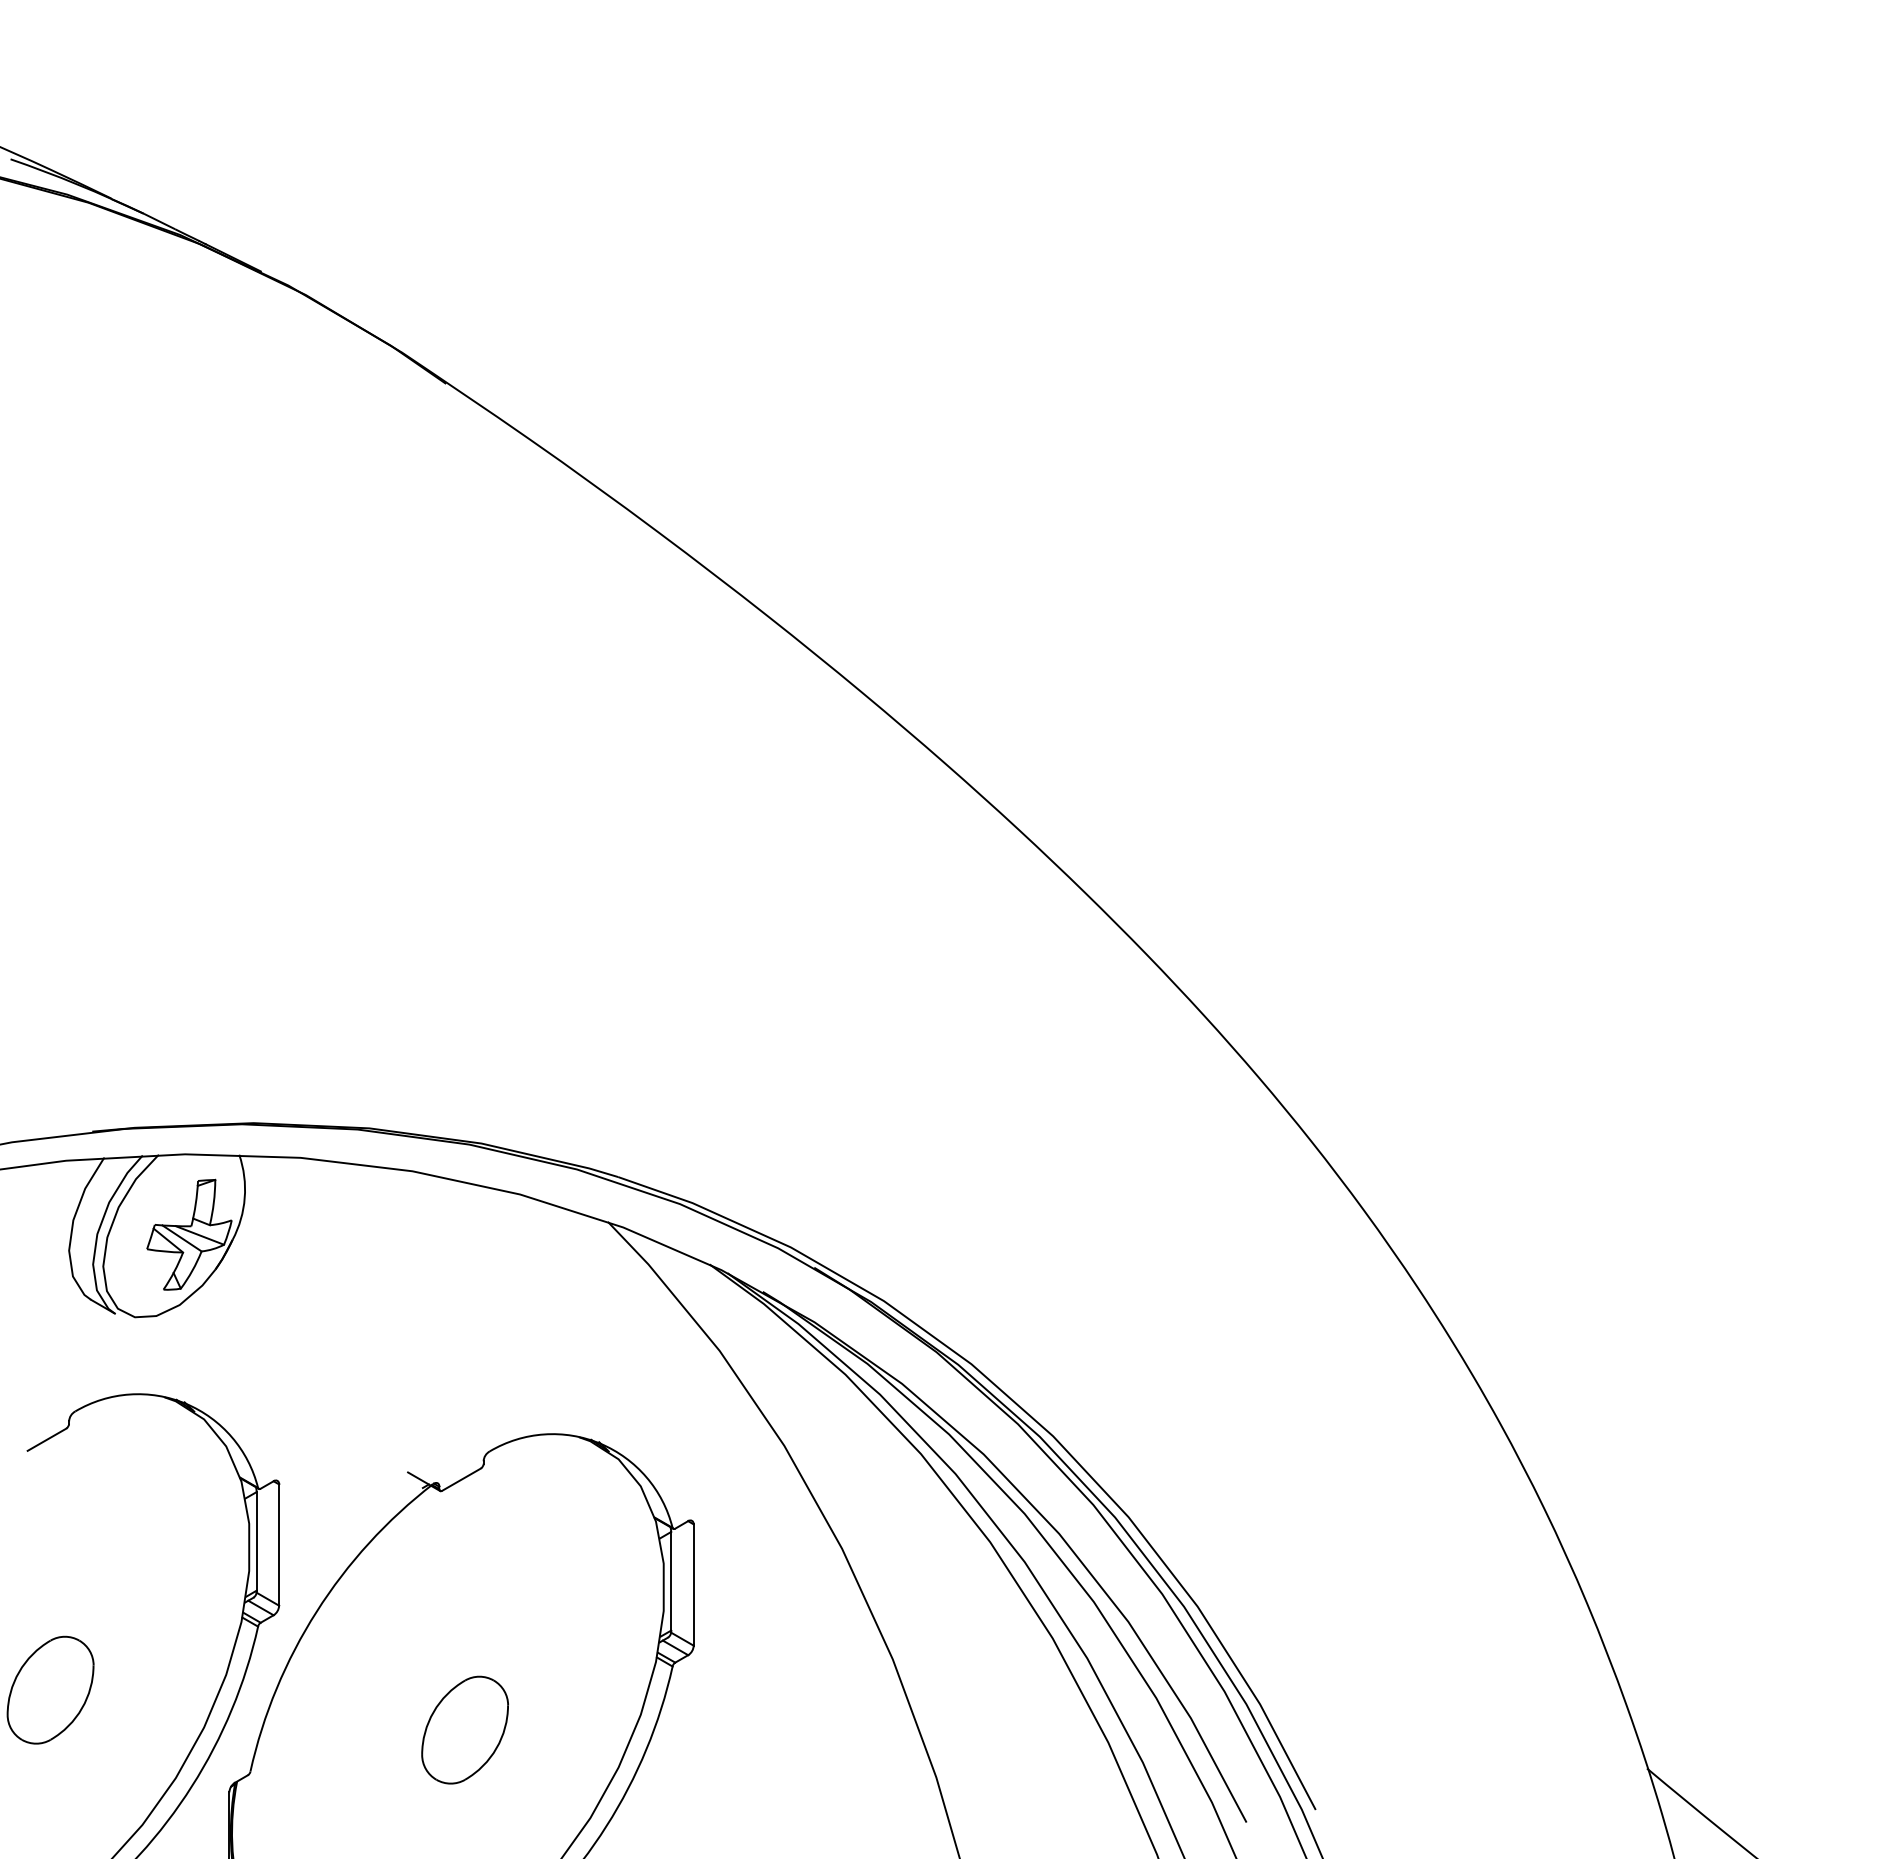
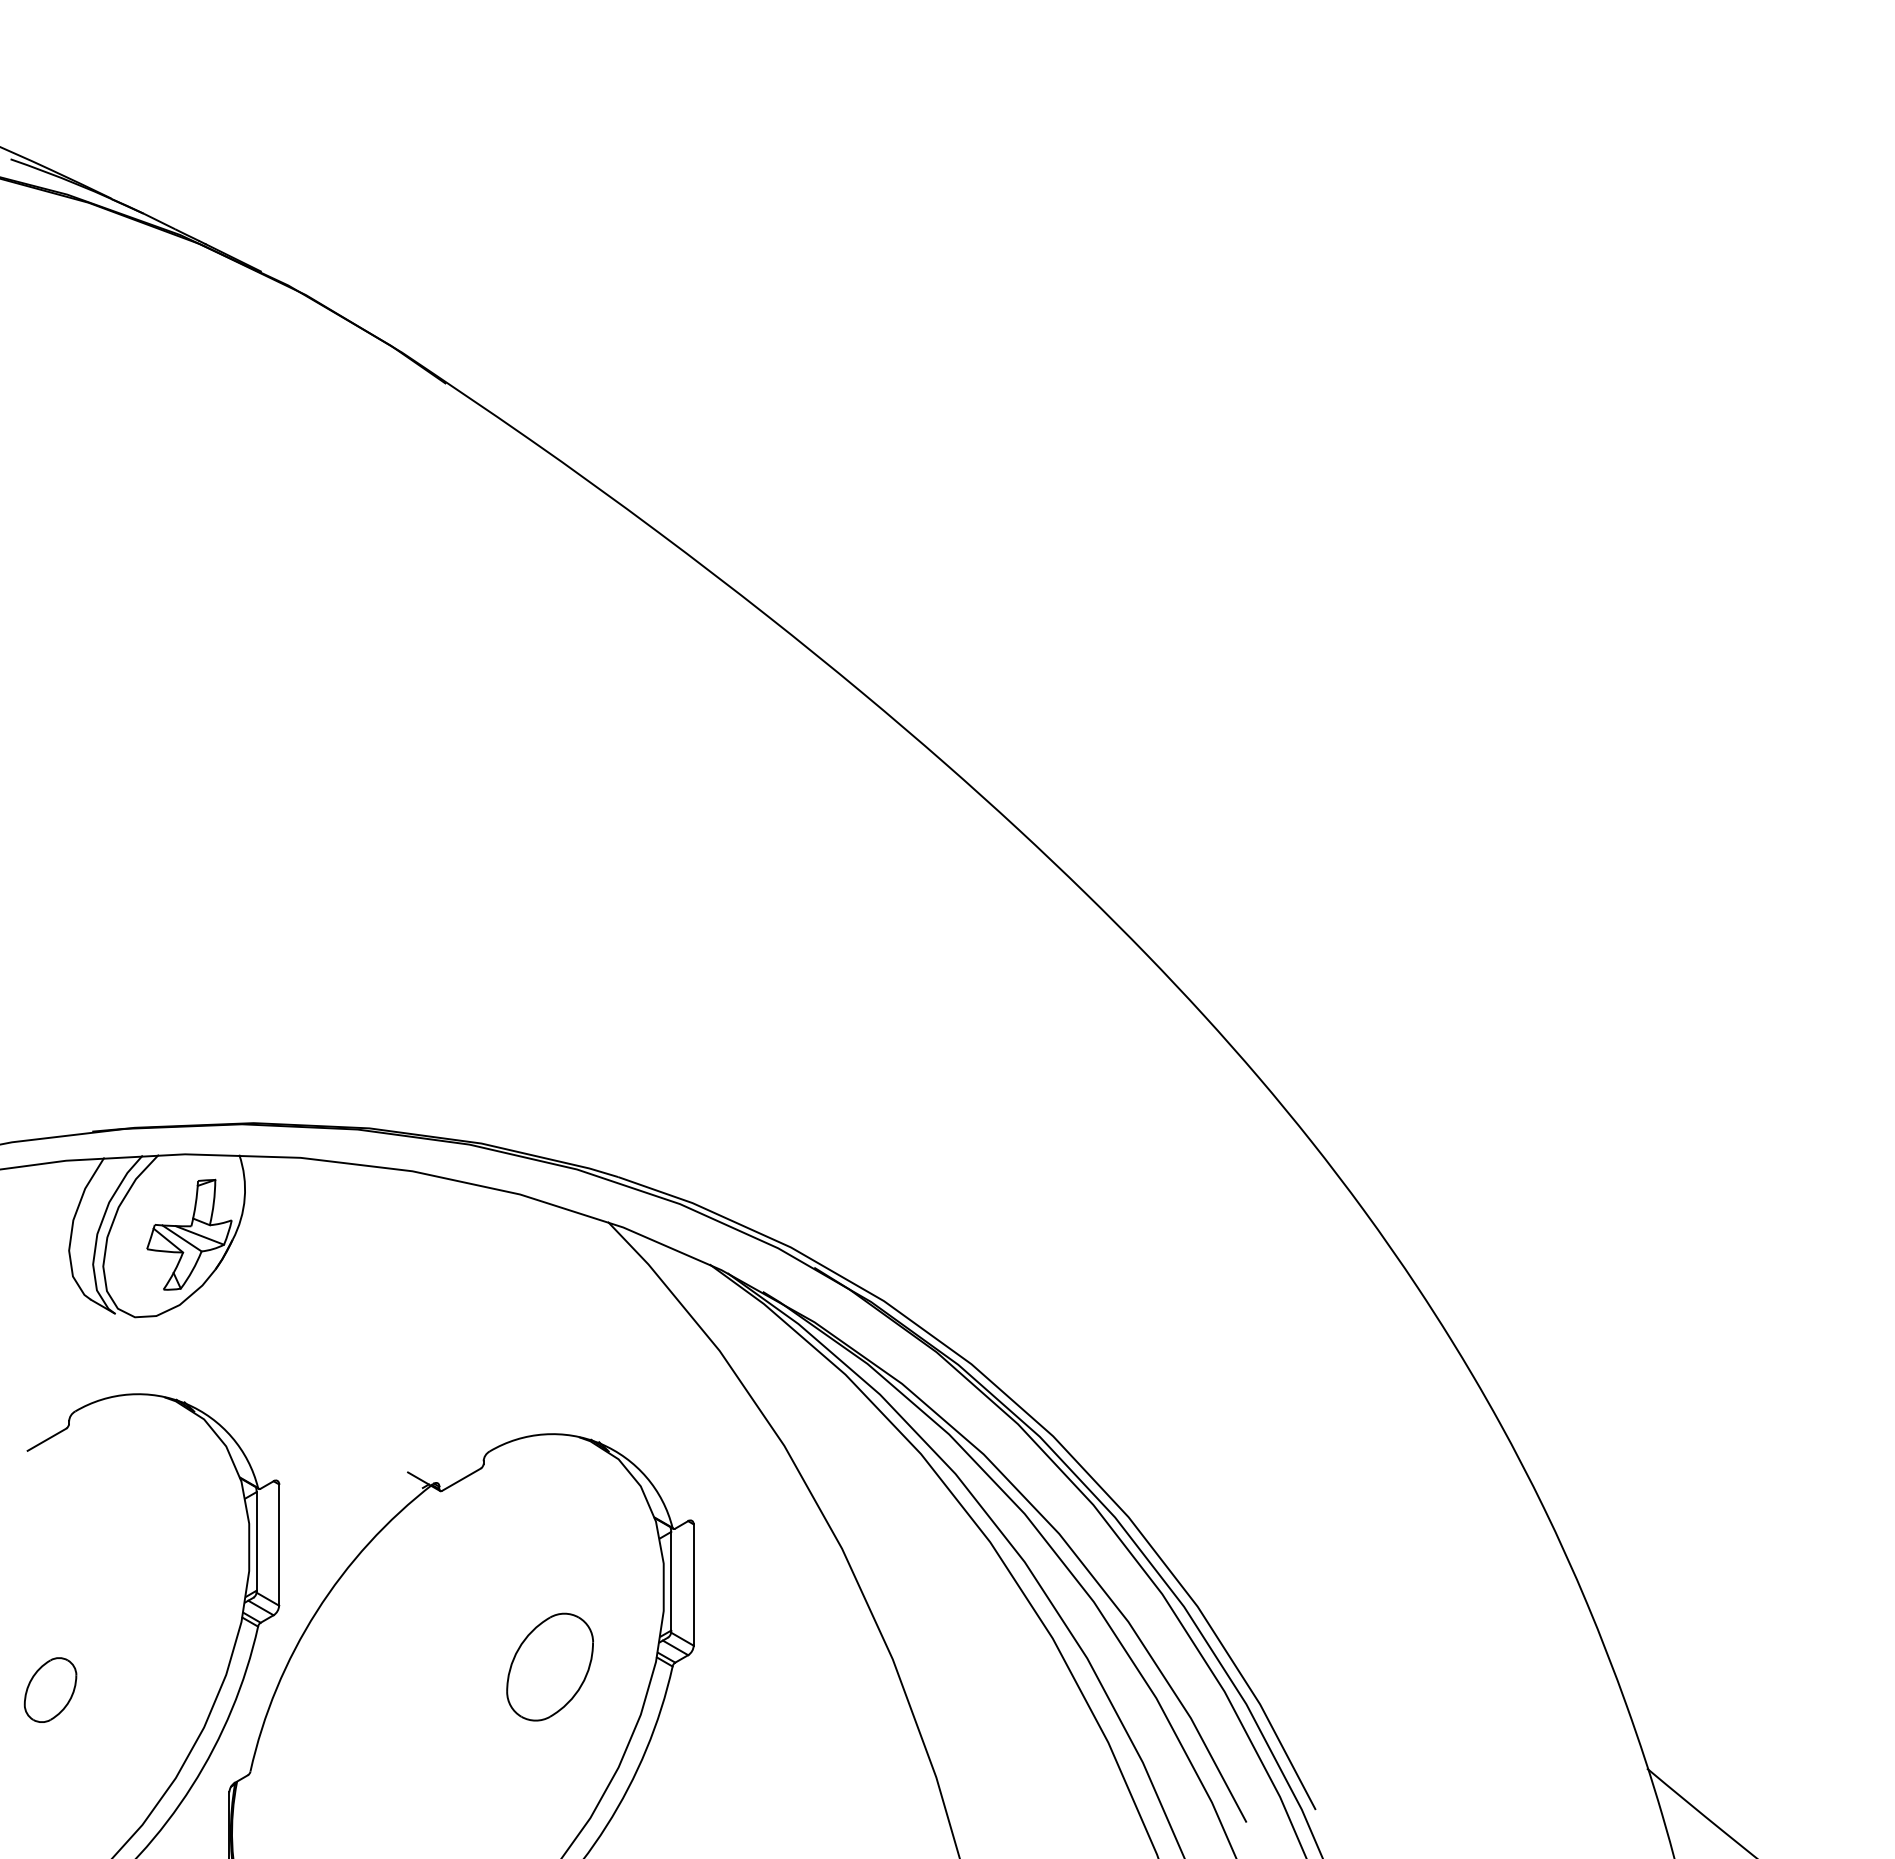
part at (50, 1689) size: 89x110 px -> 55x66 px
part at (464, 1729) position: (464, 1729) -> (549, 1666)
